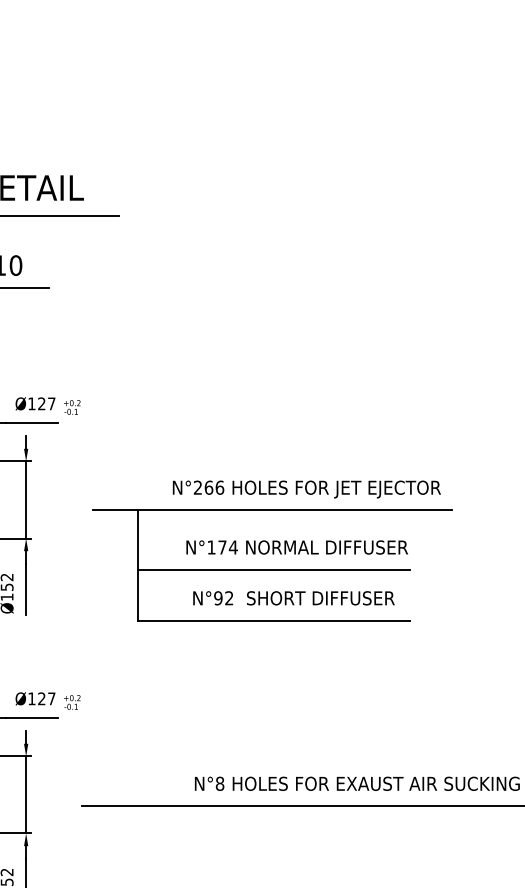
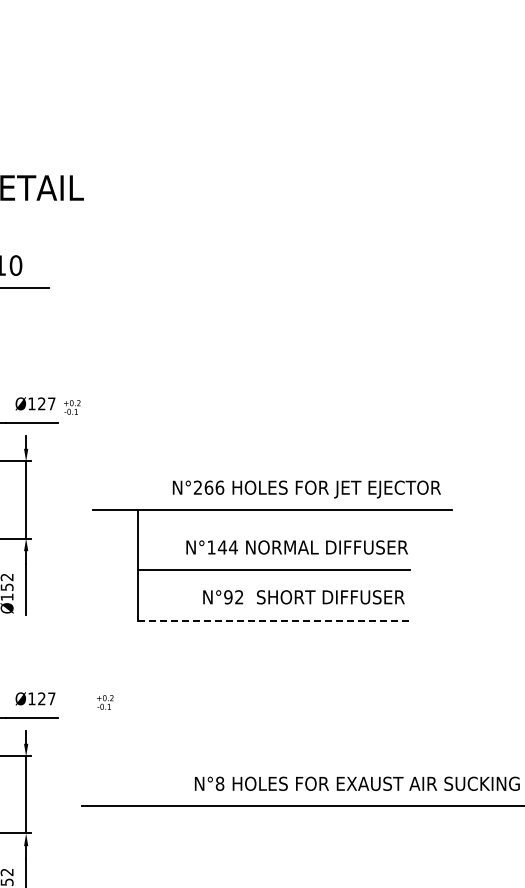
line at (60, 216): present -> none
text at (222, 547): N°174 -> N°144
text at (293, 598) position: (293, 598) -> (303, 597)
line at (274, 620): solid -> dashed
text at (72, 702) position: (72, 702) -> (105, 702)
